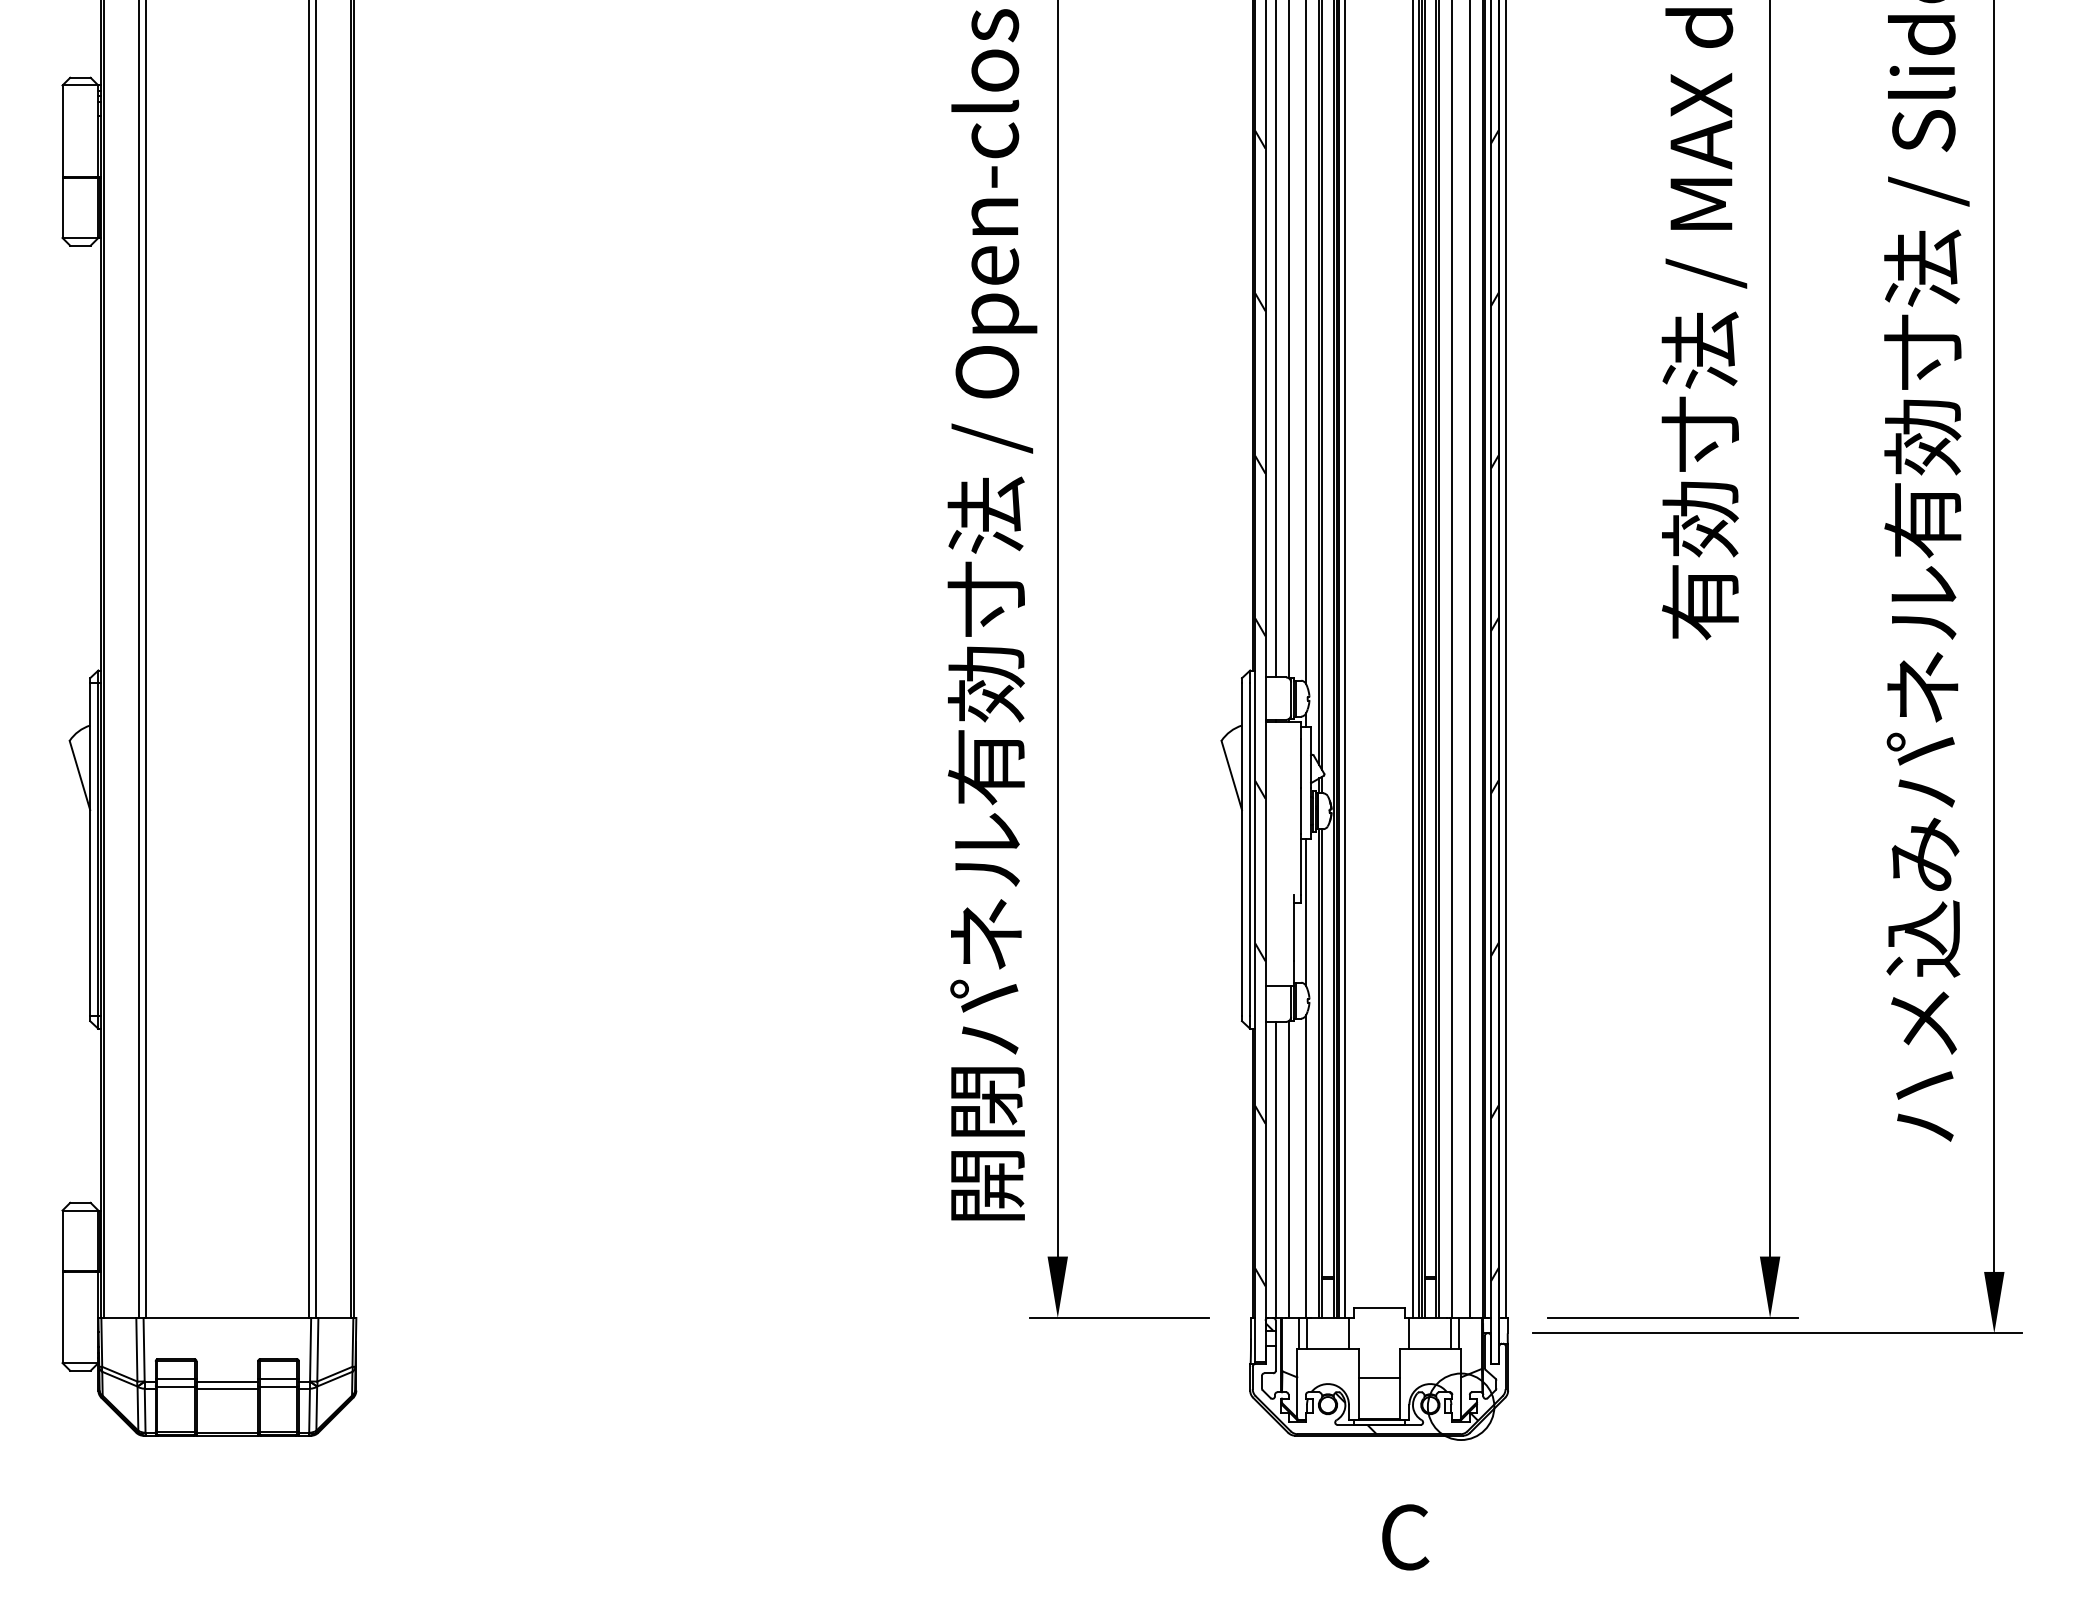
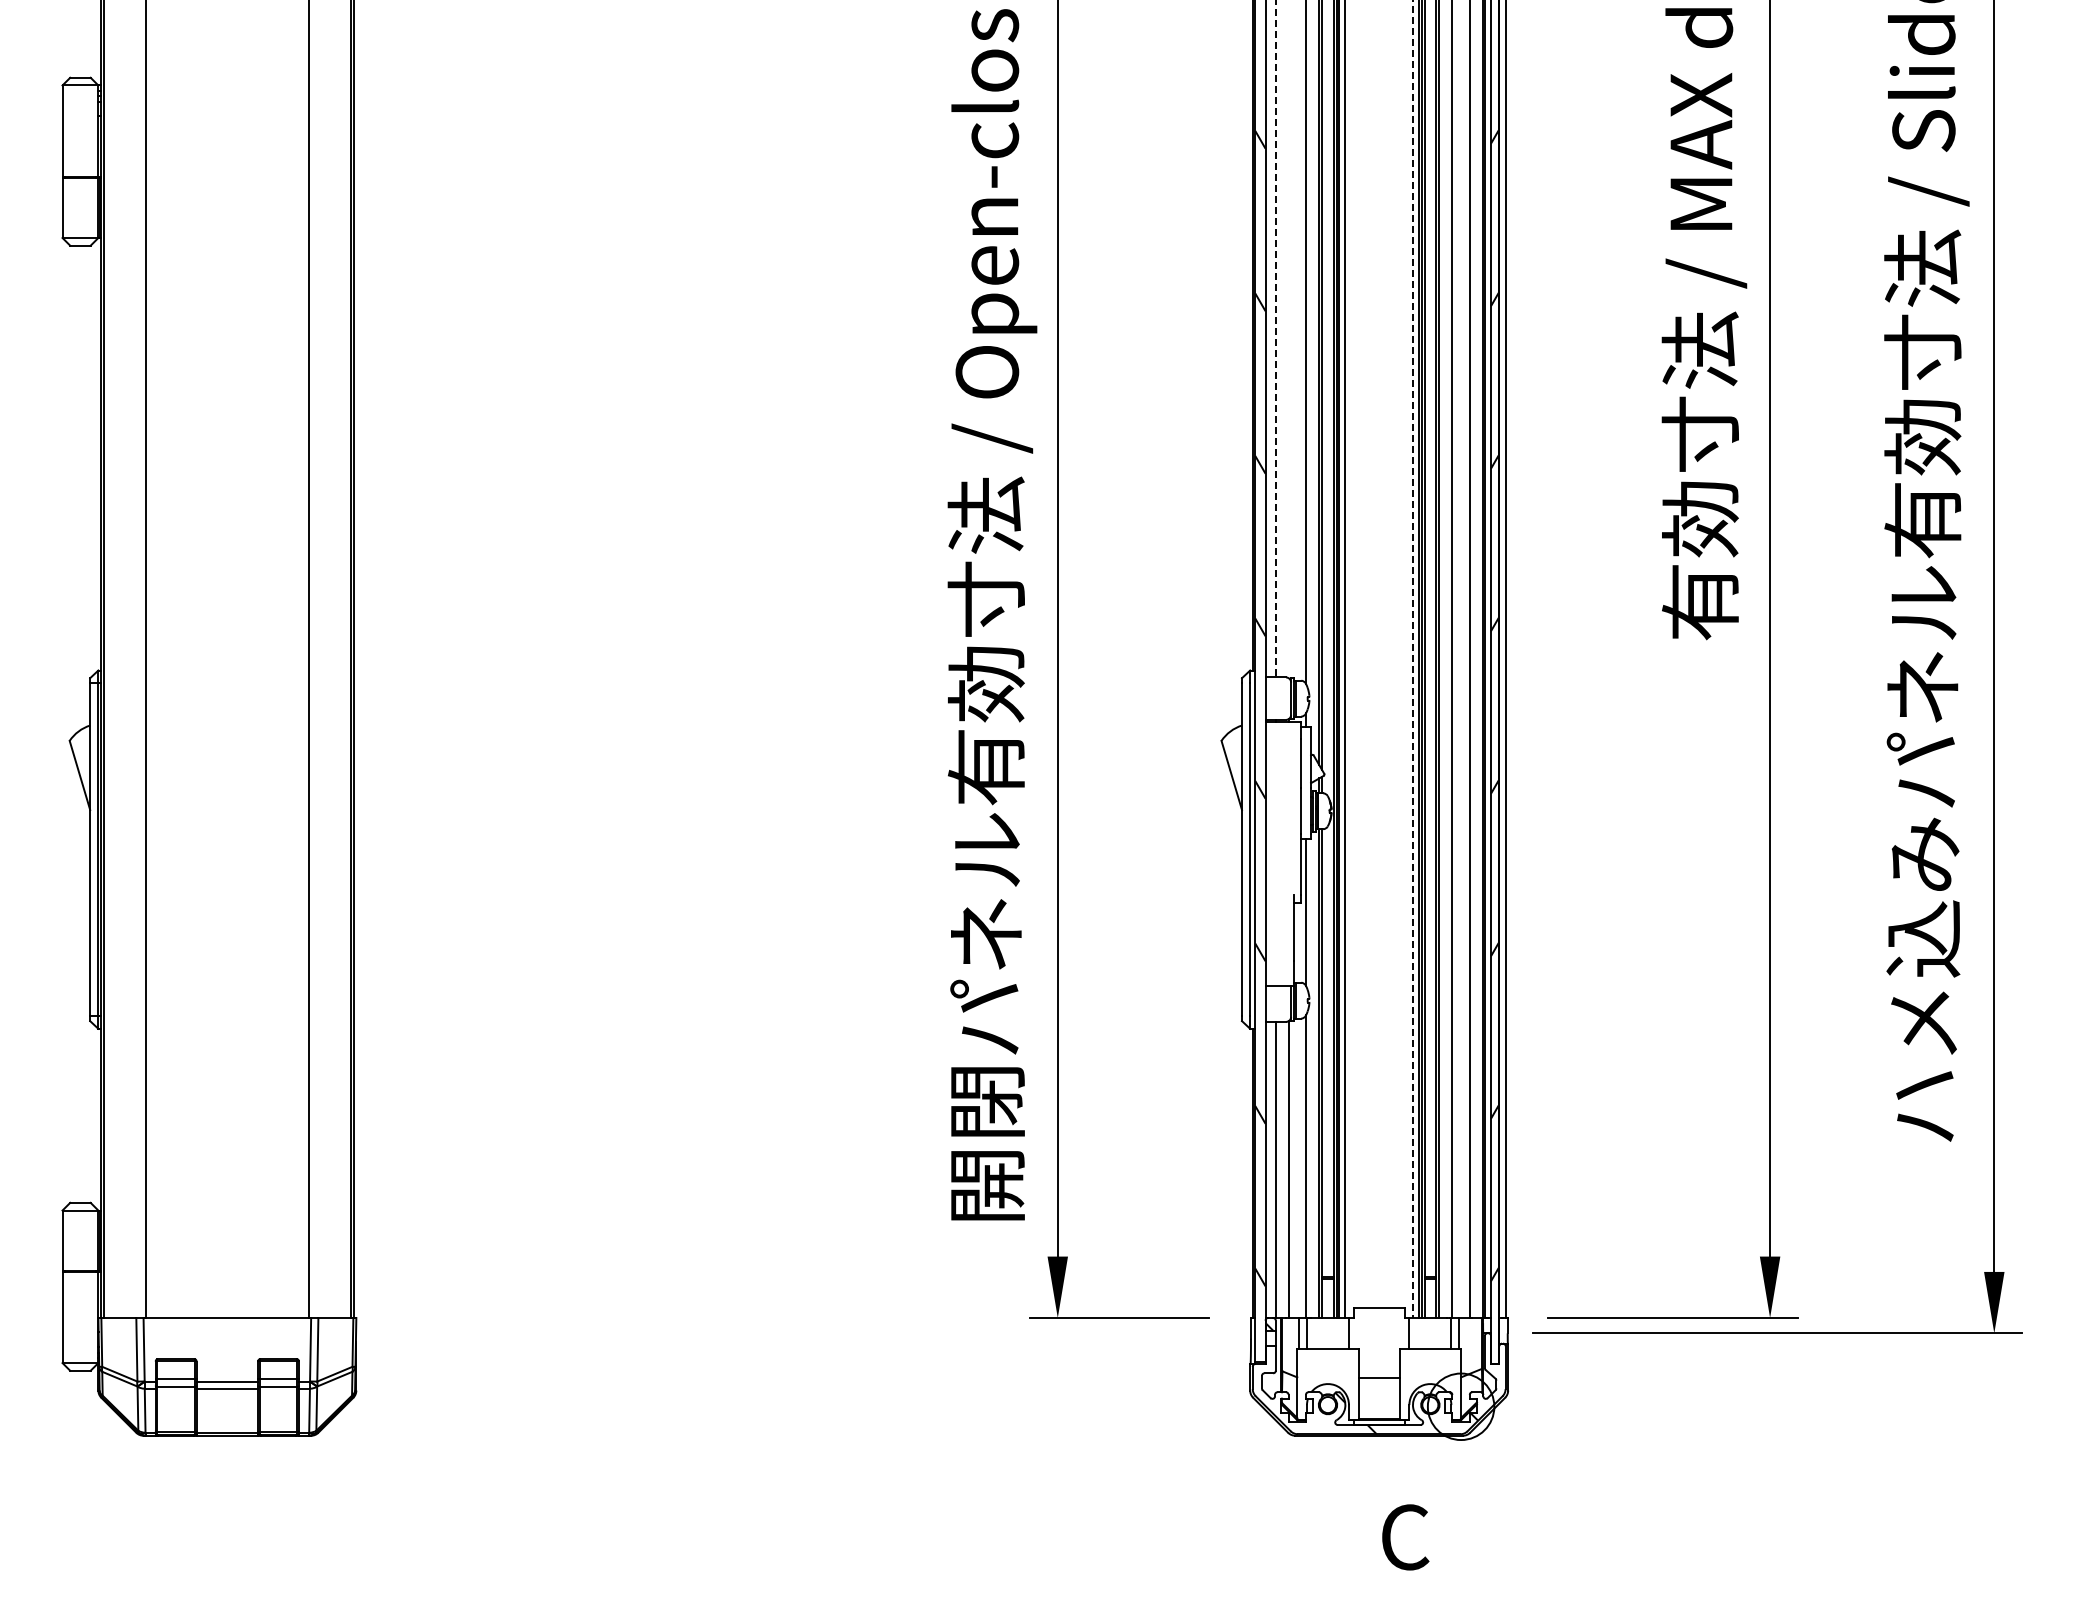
line at (1275, 339): solid -> dashed
line at (1288, 340): present -> none
line at (1412, 659): solid -> dashed
line at (138, 660): present -> none
line at (315, 660): present -> none
